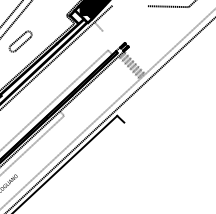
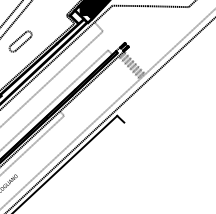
line at (129, 5): none -> present
line at (52, 78): none -> present
